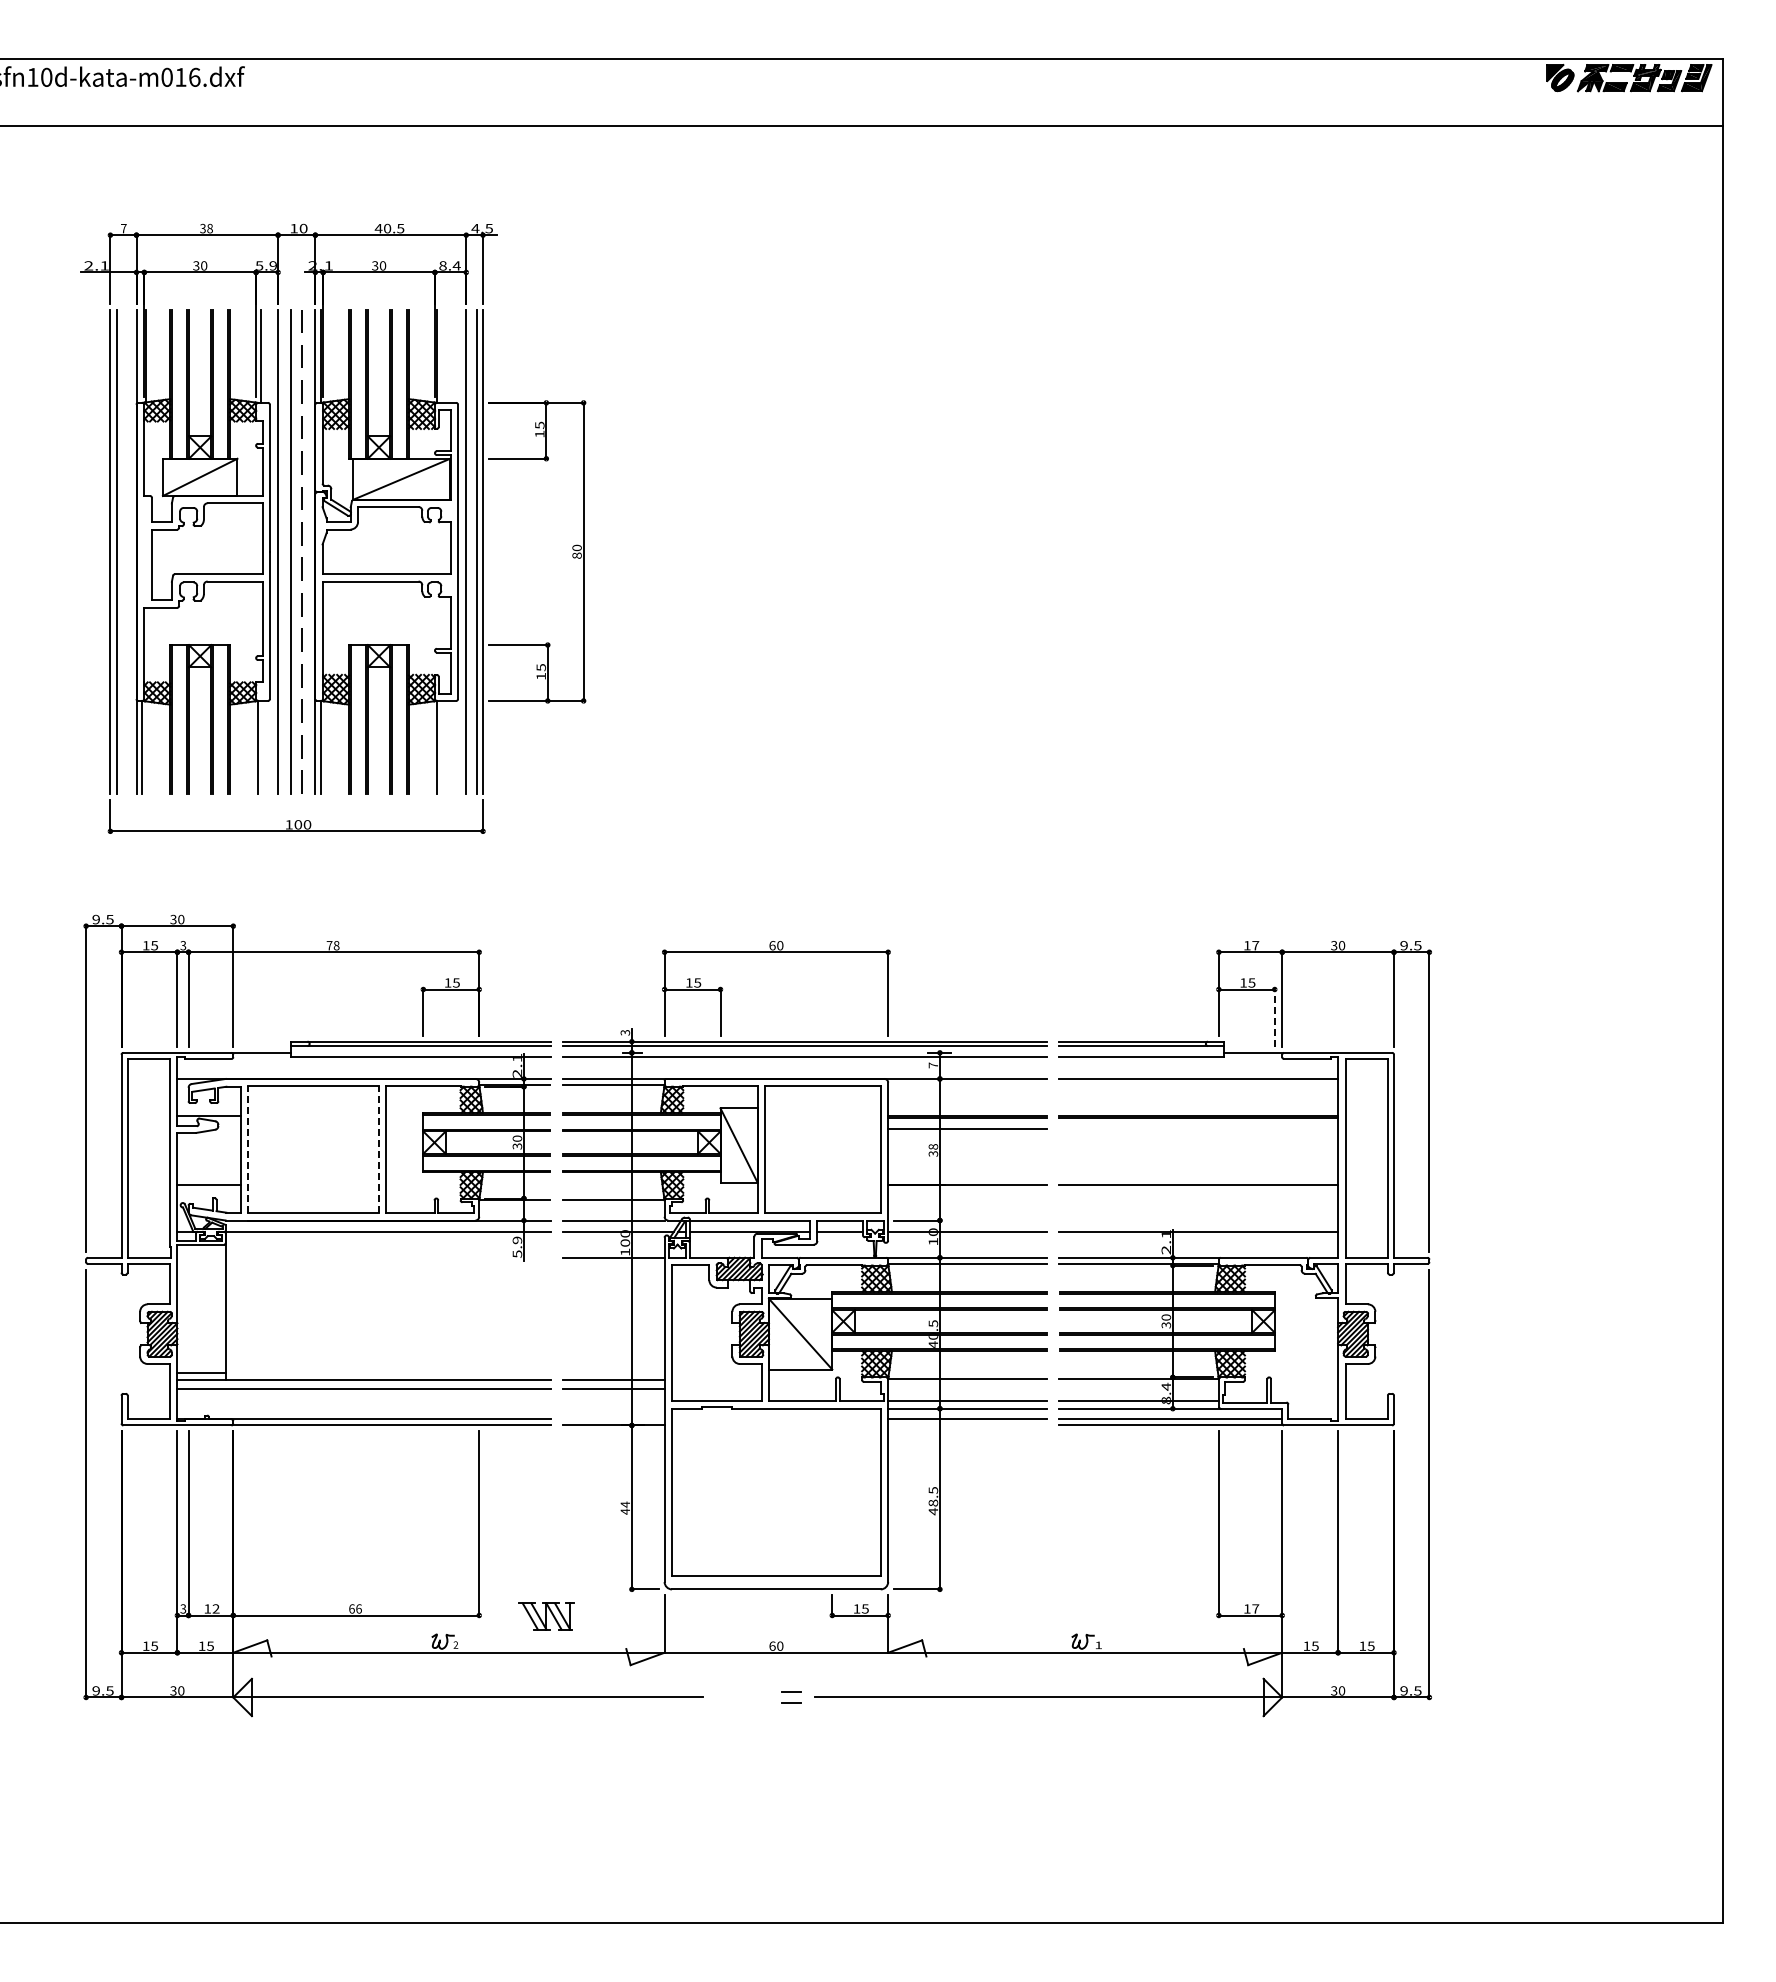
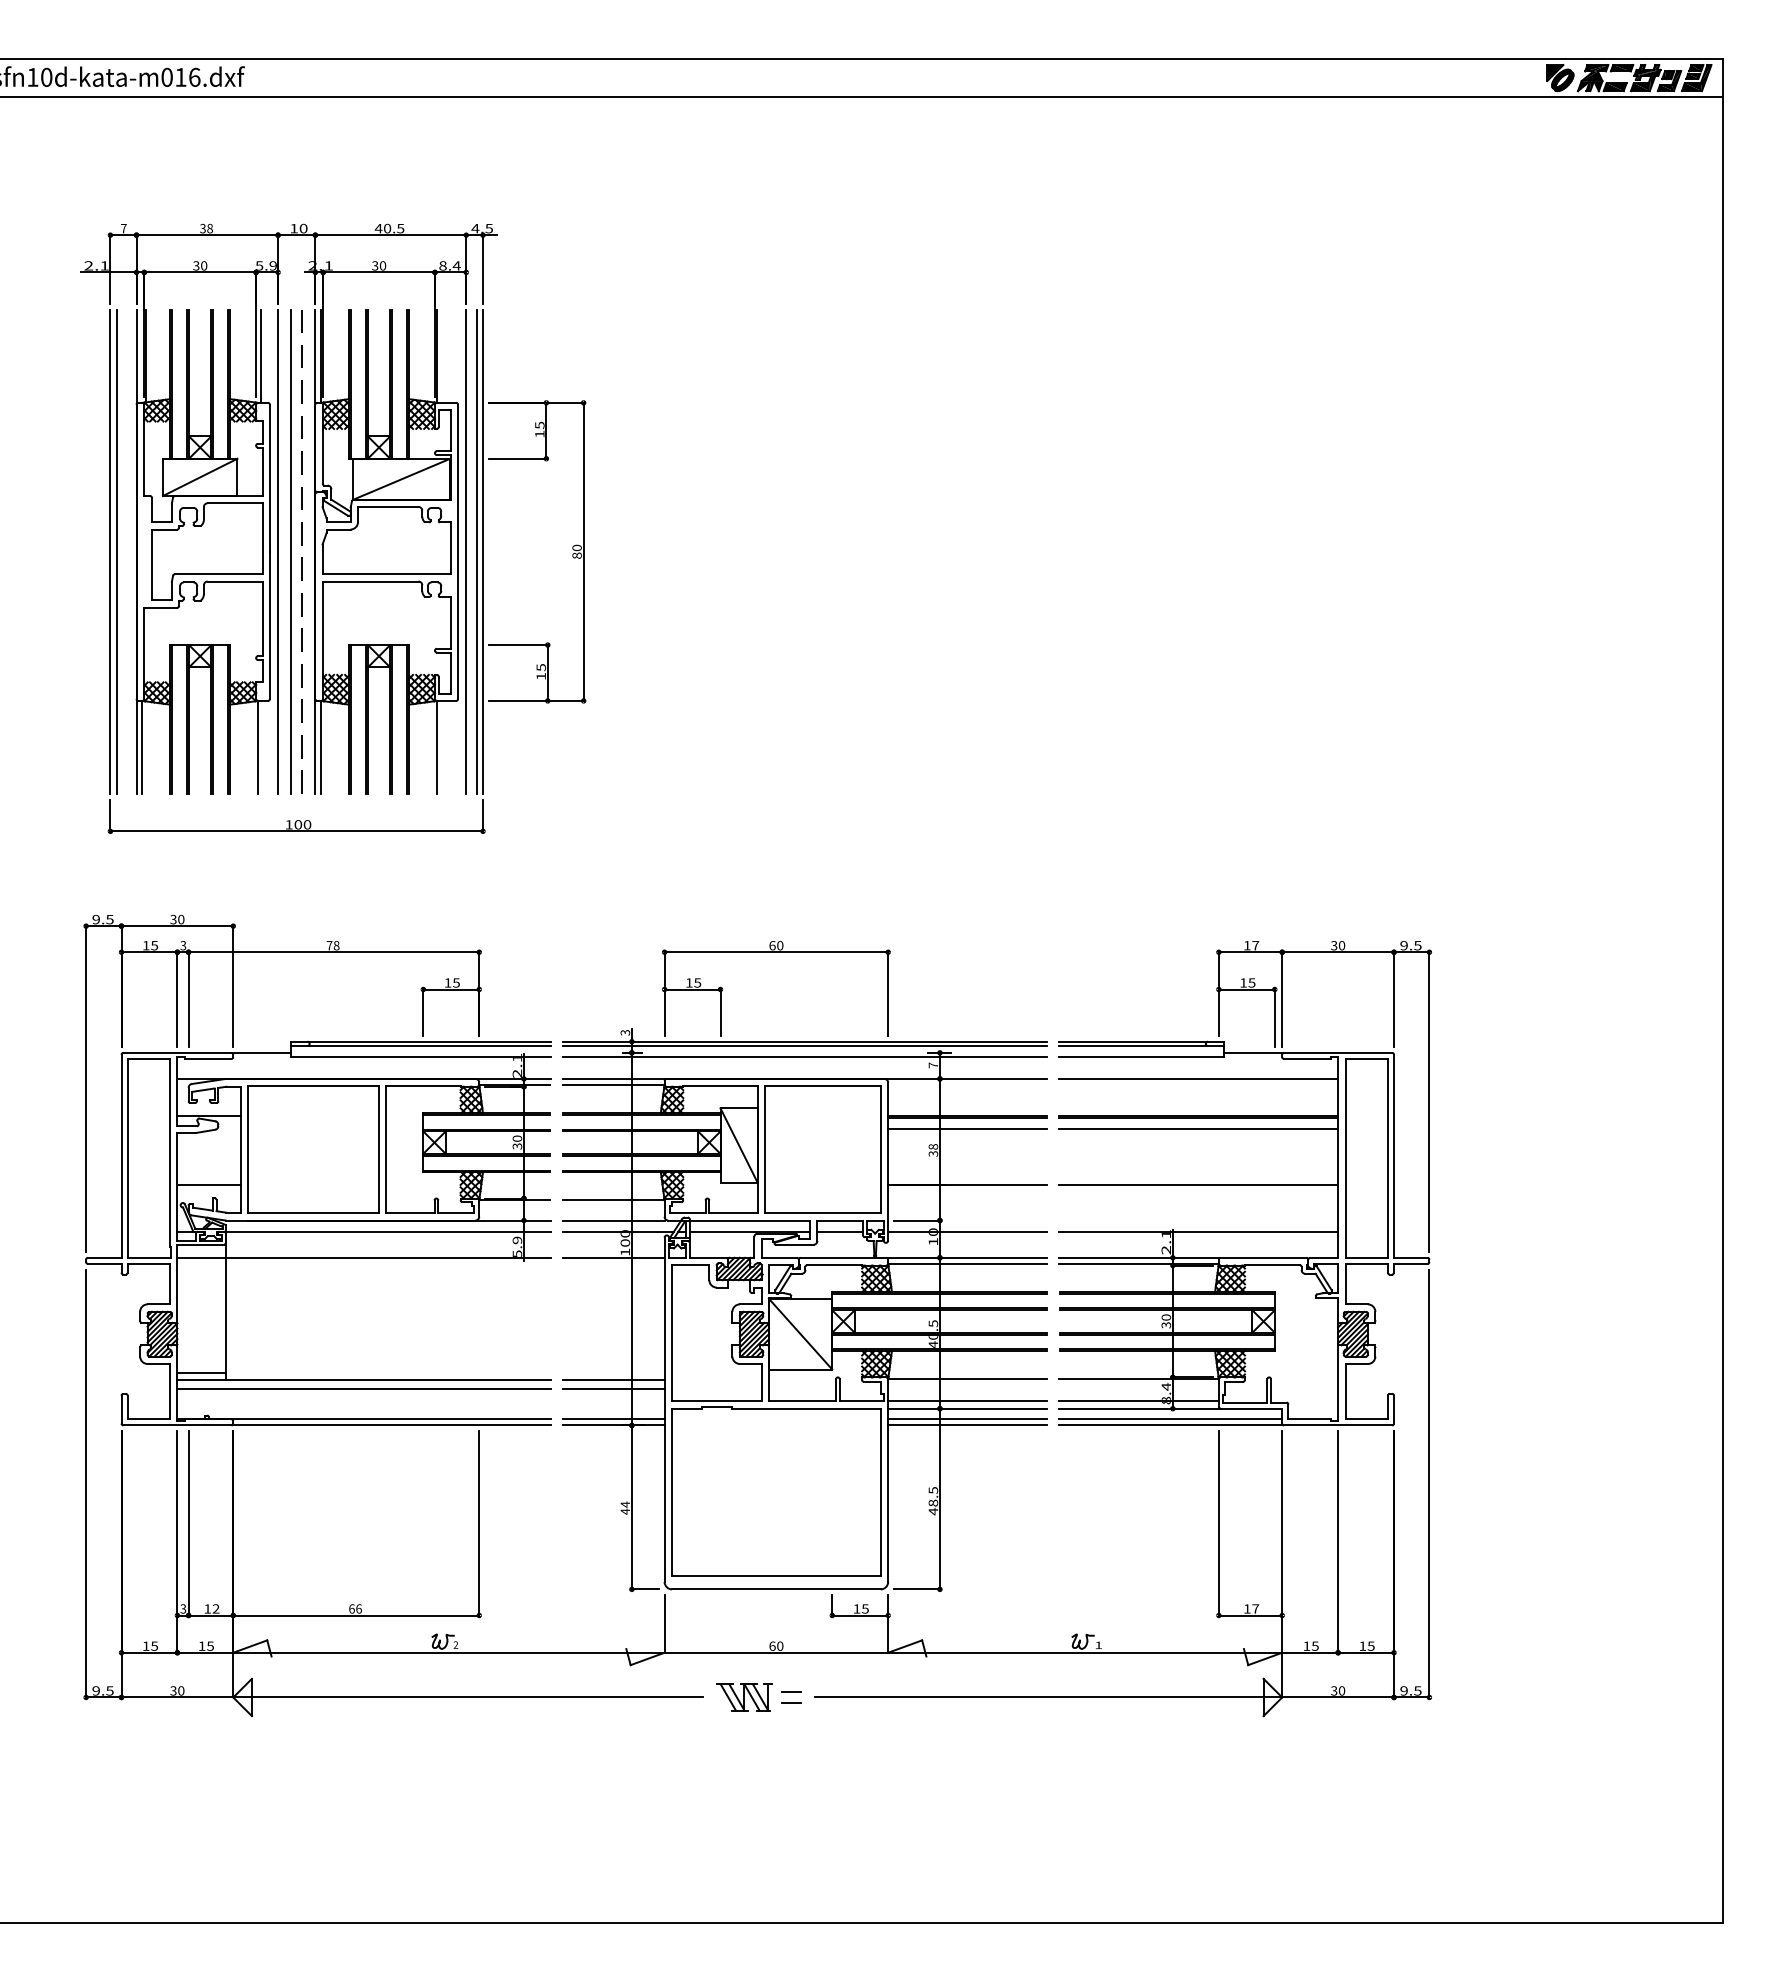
line at (862, 125) position: (862, 125) -> (862, 96)
line at (1274, 1018): dashed -> solid
line at (1198, 1129): none -> present
line at (248, 1149): dashed -> solid
line at (378, 1149): dashed -> solid
line at (364, 1257): none -> present
line at (613, 1418): none -> present
line at (967, 1425): none -> present
part at (546, 1616) position: (546, 1616) -> (744, 1697)
